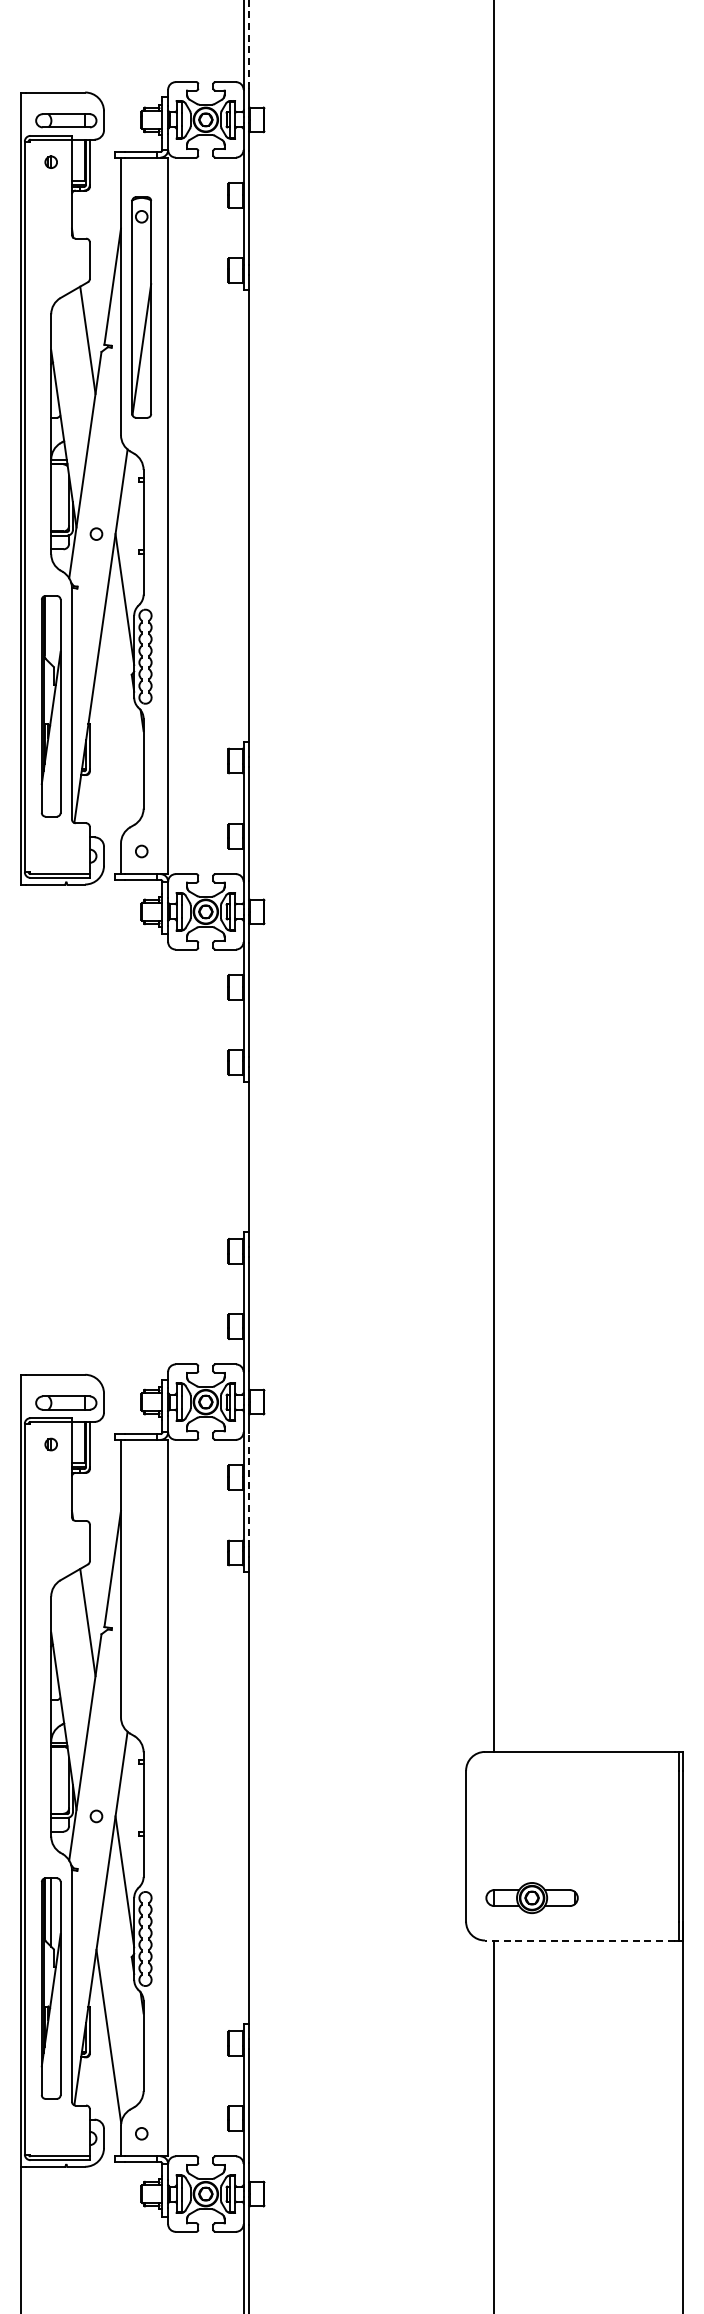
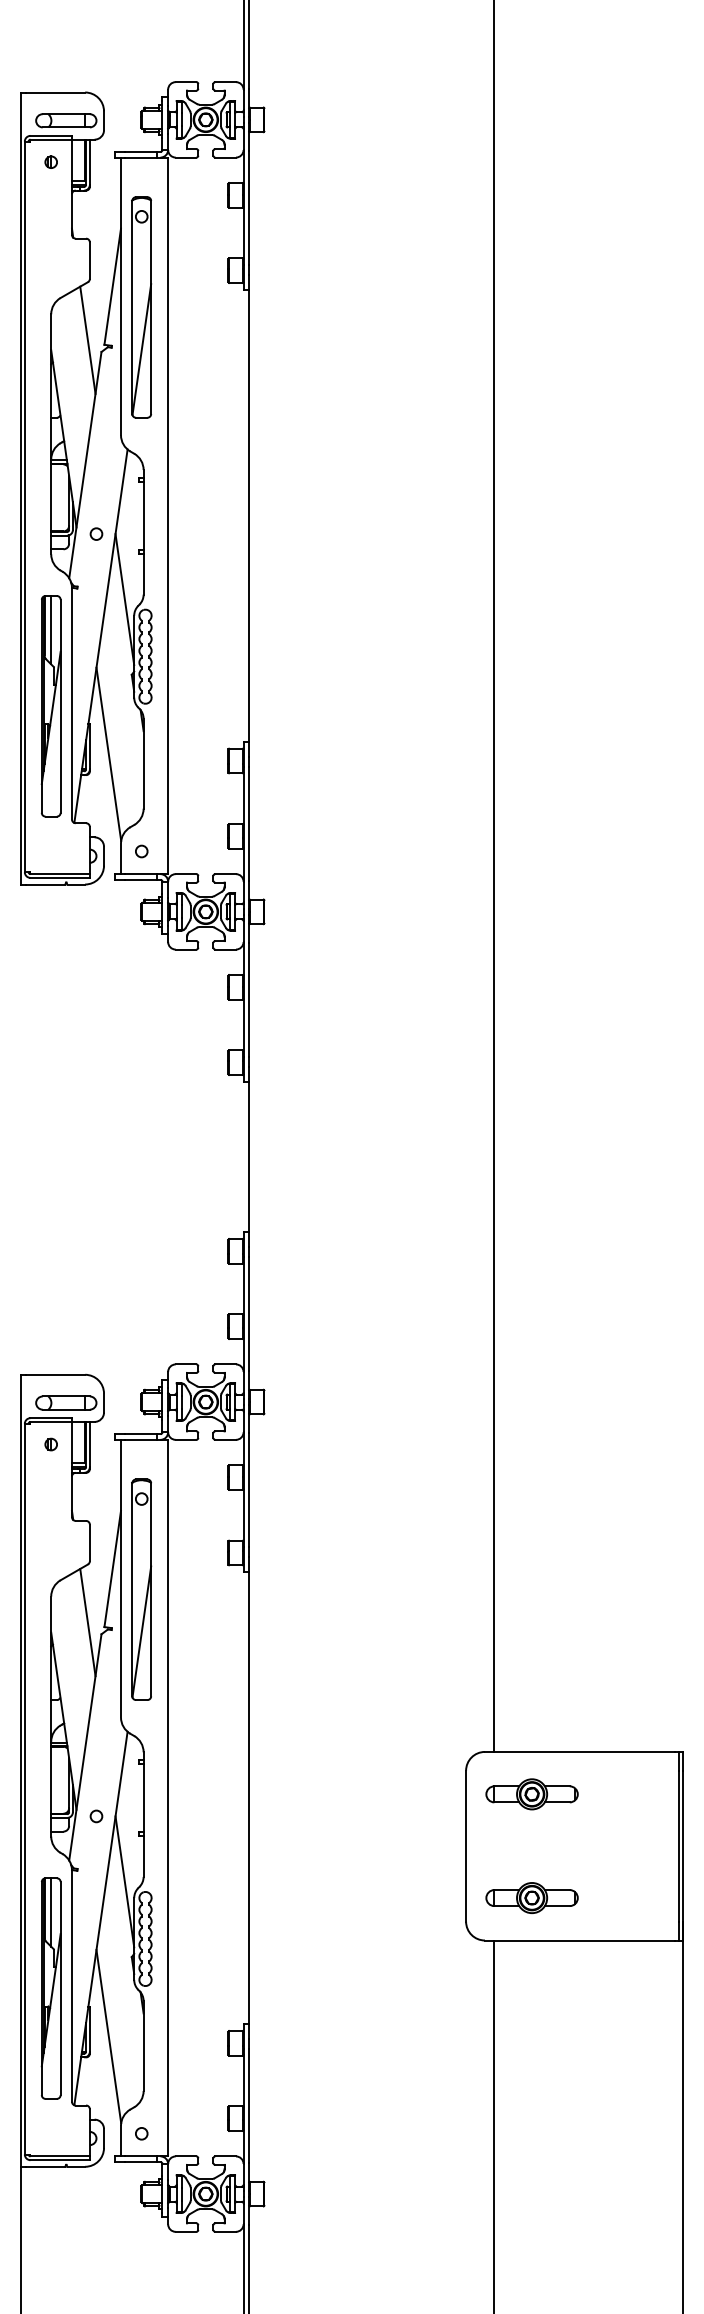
line at (249, 44): dashed -> solid
line at (51, 630): none -> present
line at (108, 753): none -> present
line at (249, 1490): dashed -> solid
part at (141, 1589): none -> present
part at (531, 1794): none -> present
line at (579, 1940): dashed -> solid
